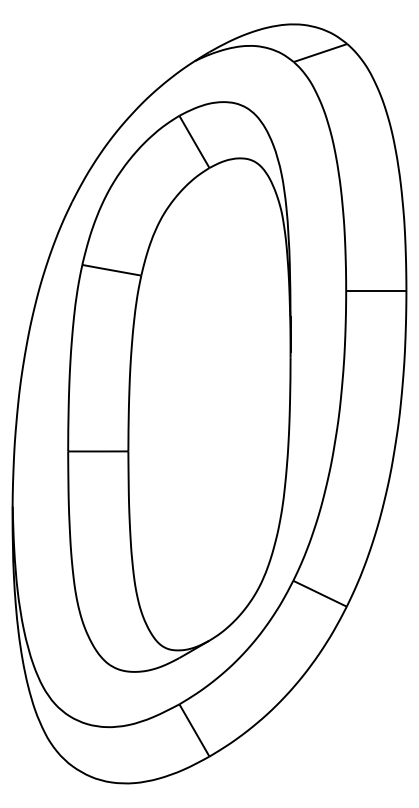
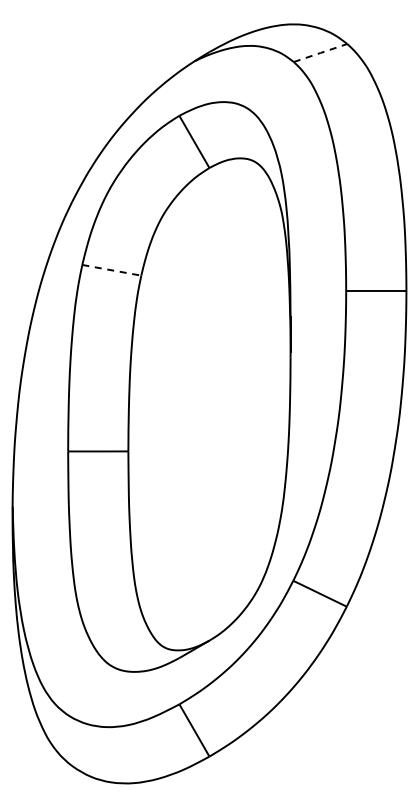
line at (320, 53): solid -> dashed
line at (111, 270): solid -> dashed
